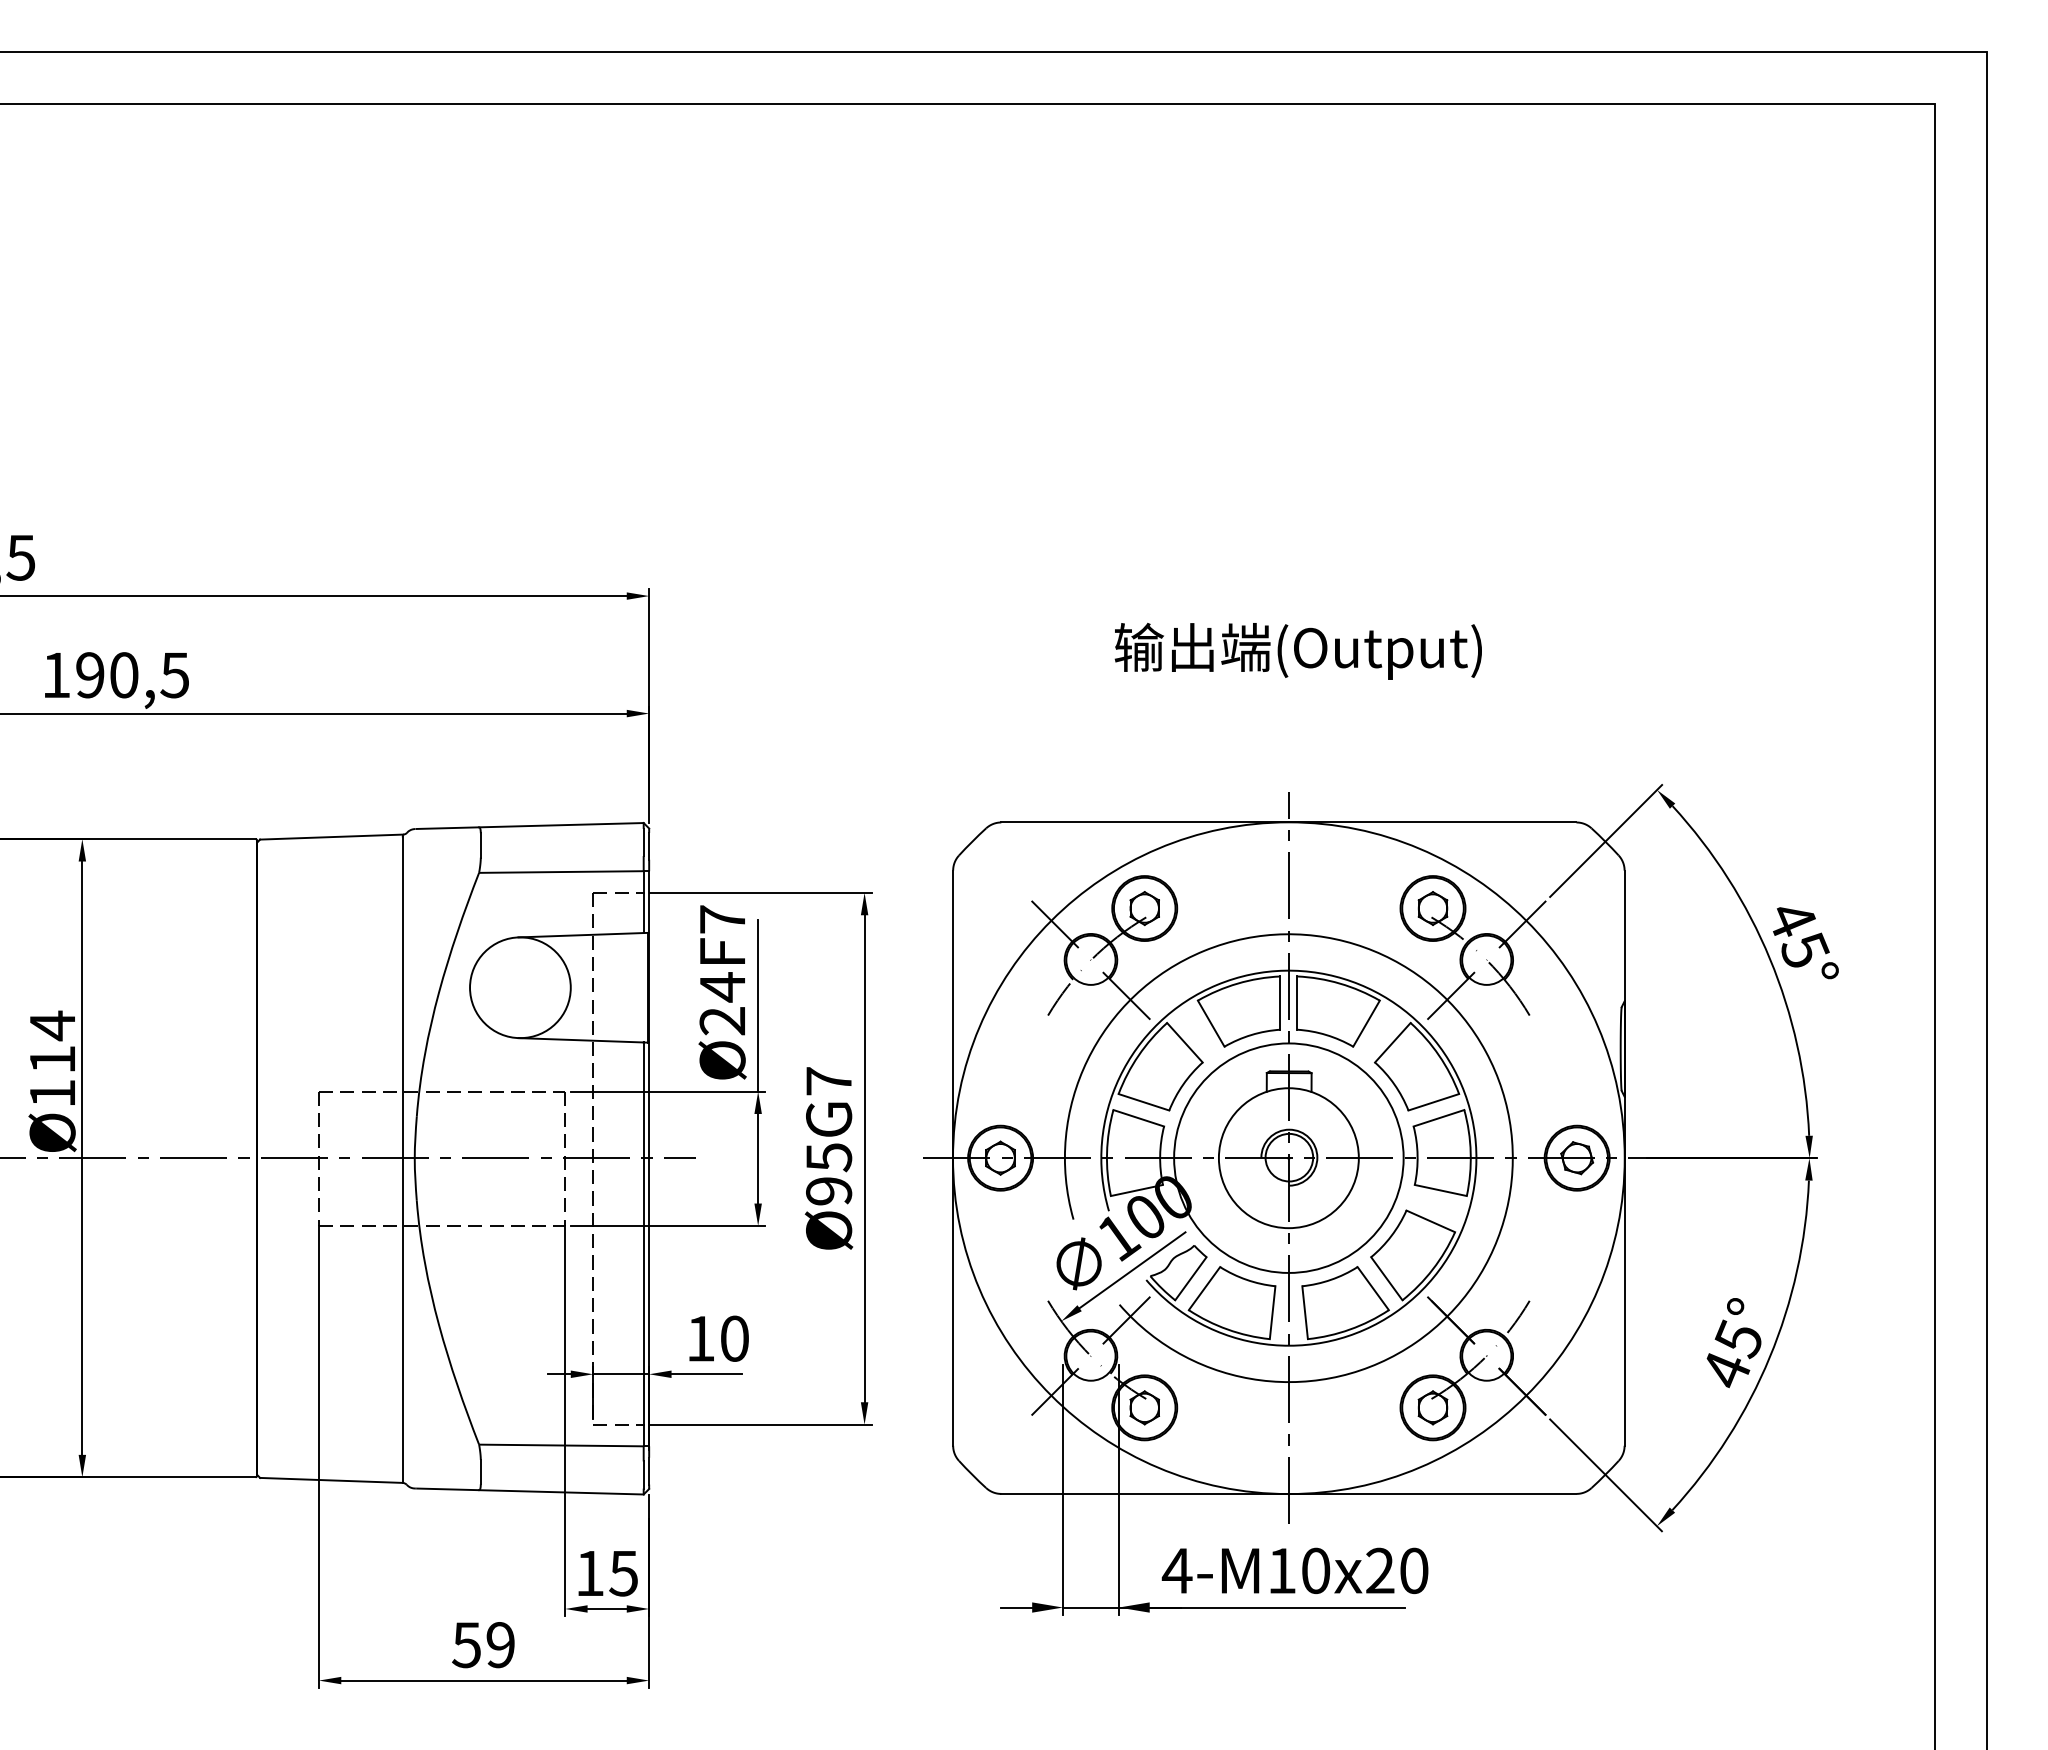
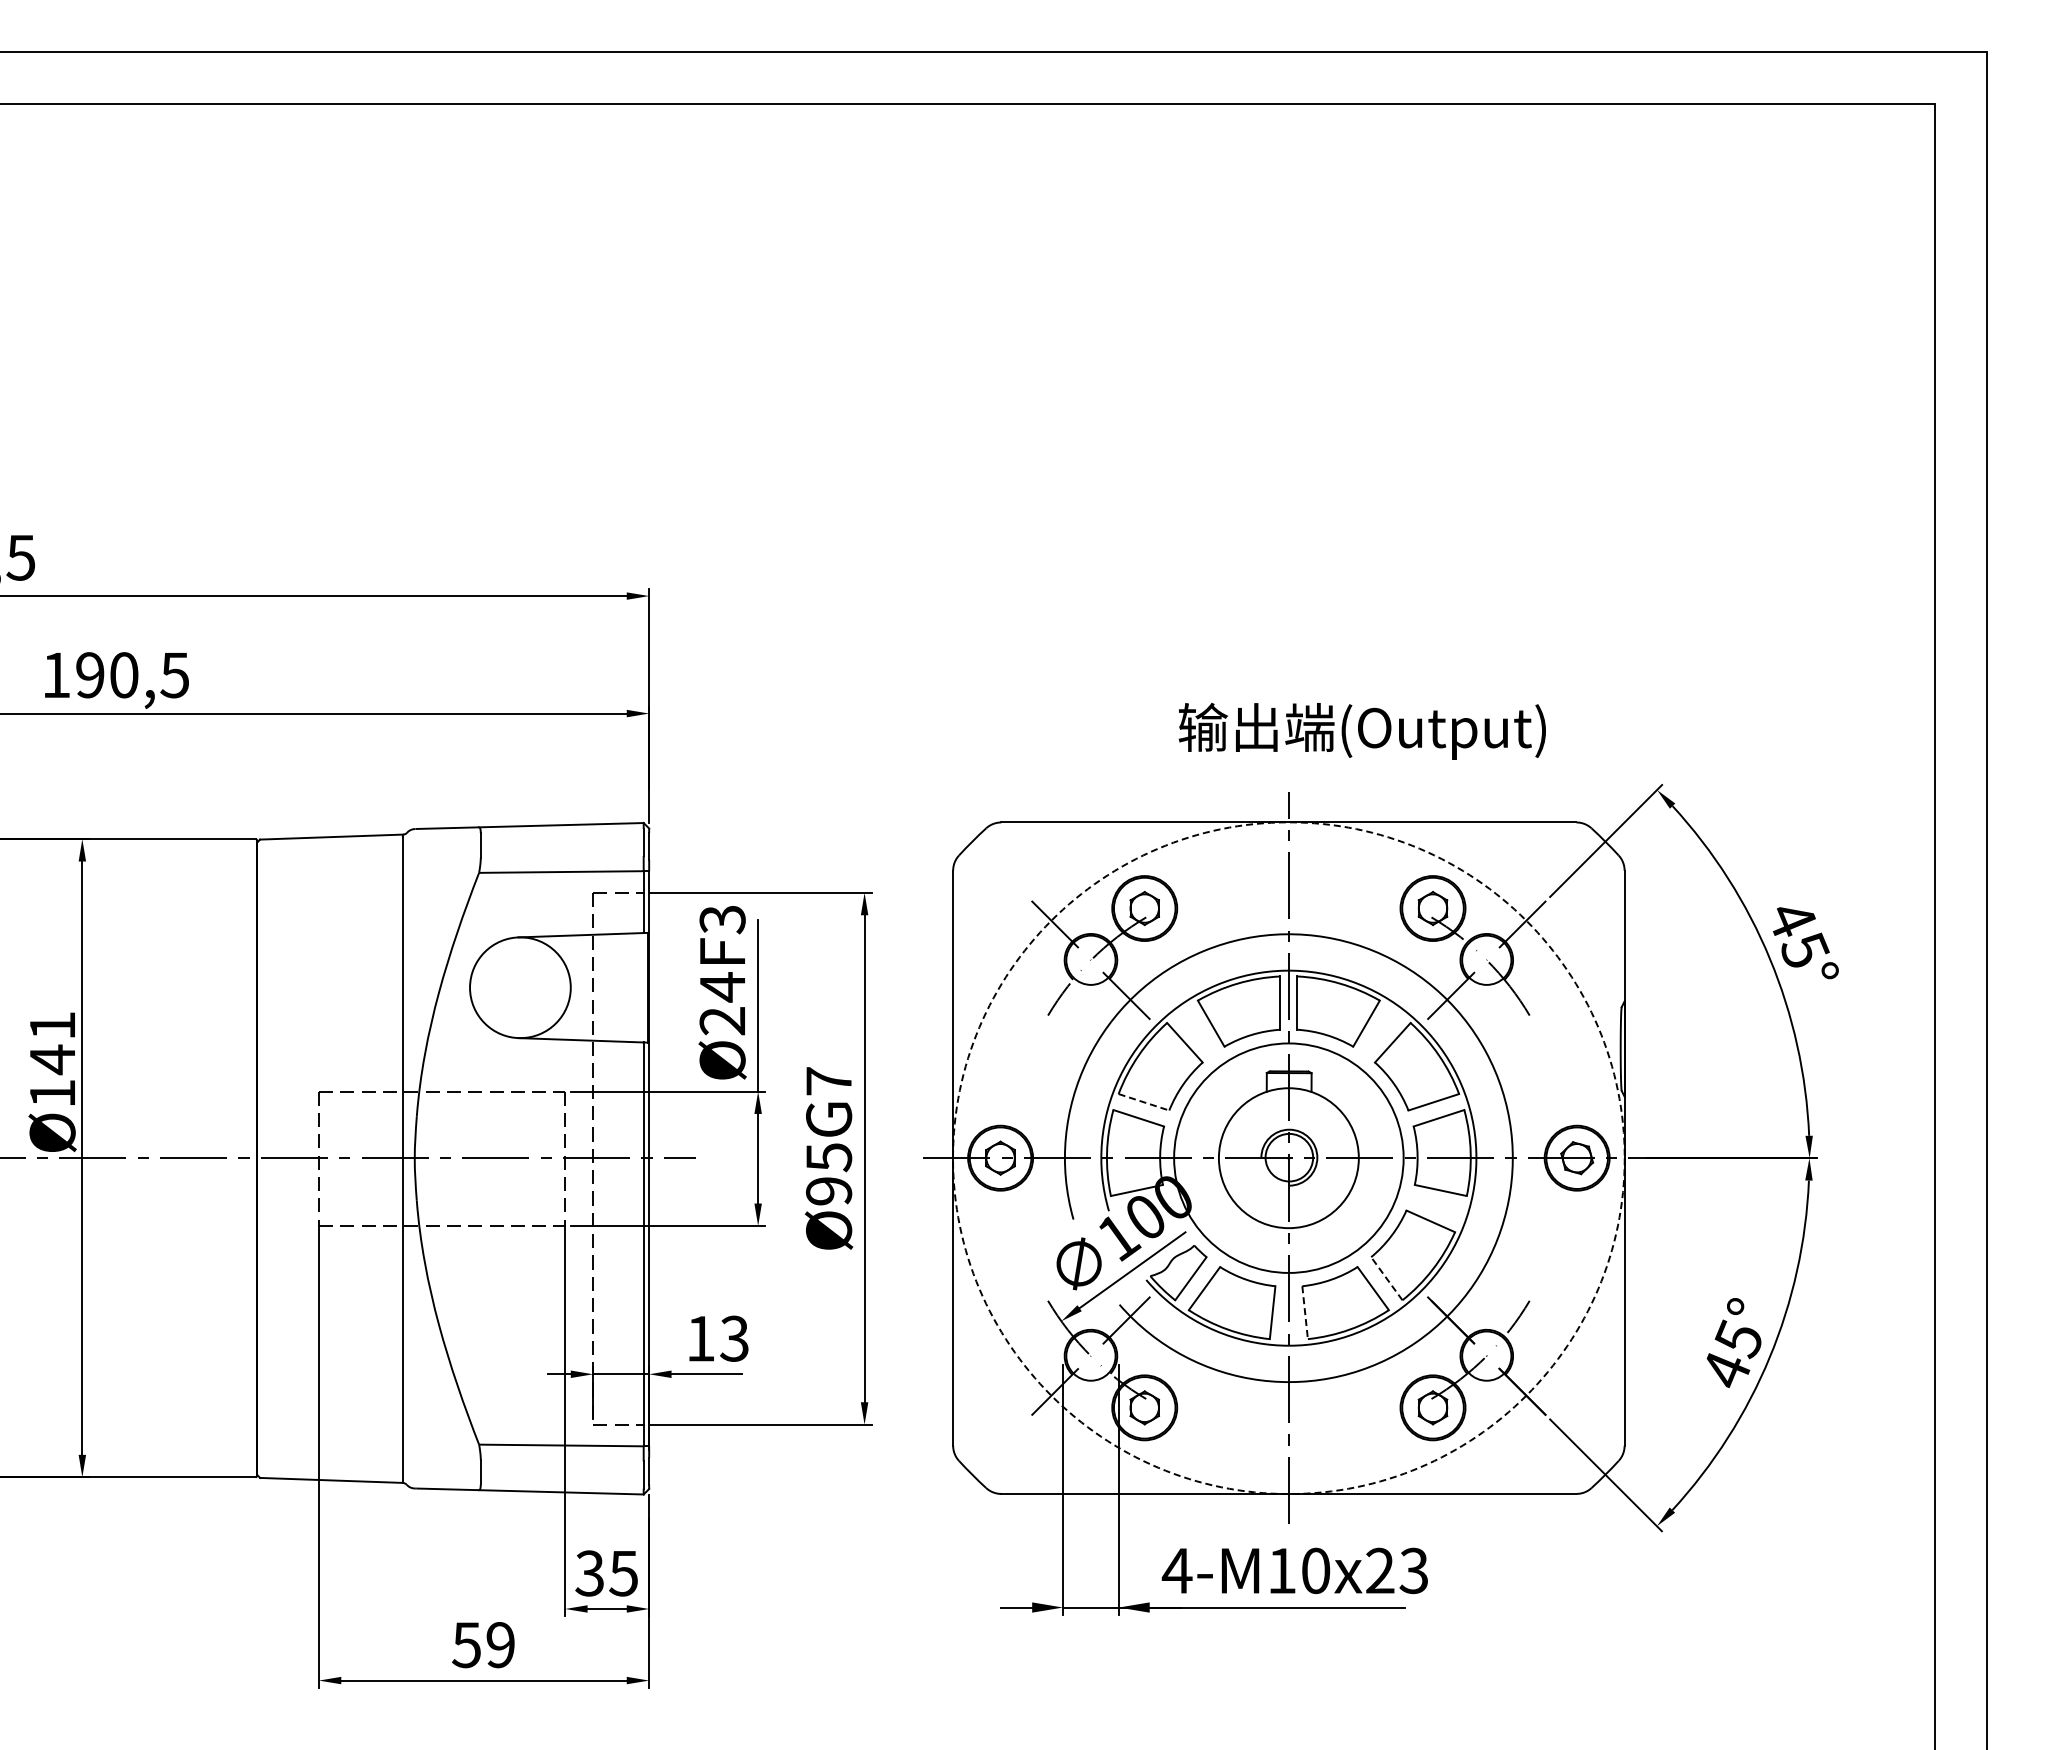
text at (1297, 650) position: (1297, 650) -> (1361, 730)
text at (722, 919): Ø24F7 -> Ø24F3
text at (52, 1042): Ø114 -> Ø141
line at (1143, 1102): solid -> dashed
circle at (1288, 1158): solid -> dashed
line at (1386, 1278): solid -> dashed
line at (1305, 1312): solid -> dashed
text at (734, 1338): 10 -> 13
text at (1413, 1570): 4-M10x20 -> 4-M10x23
text at (589, 1573): 15 -> 35
